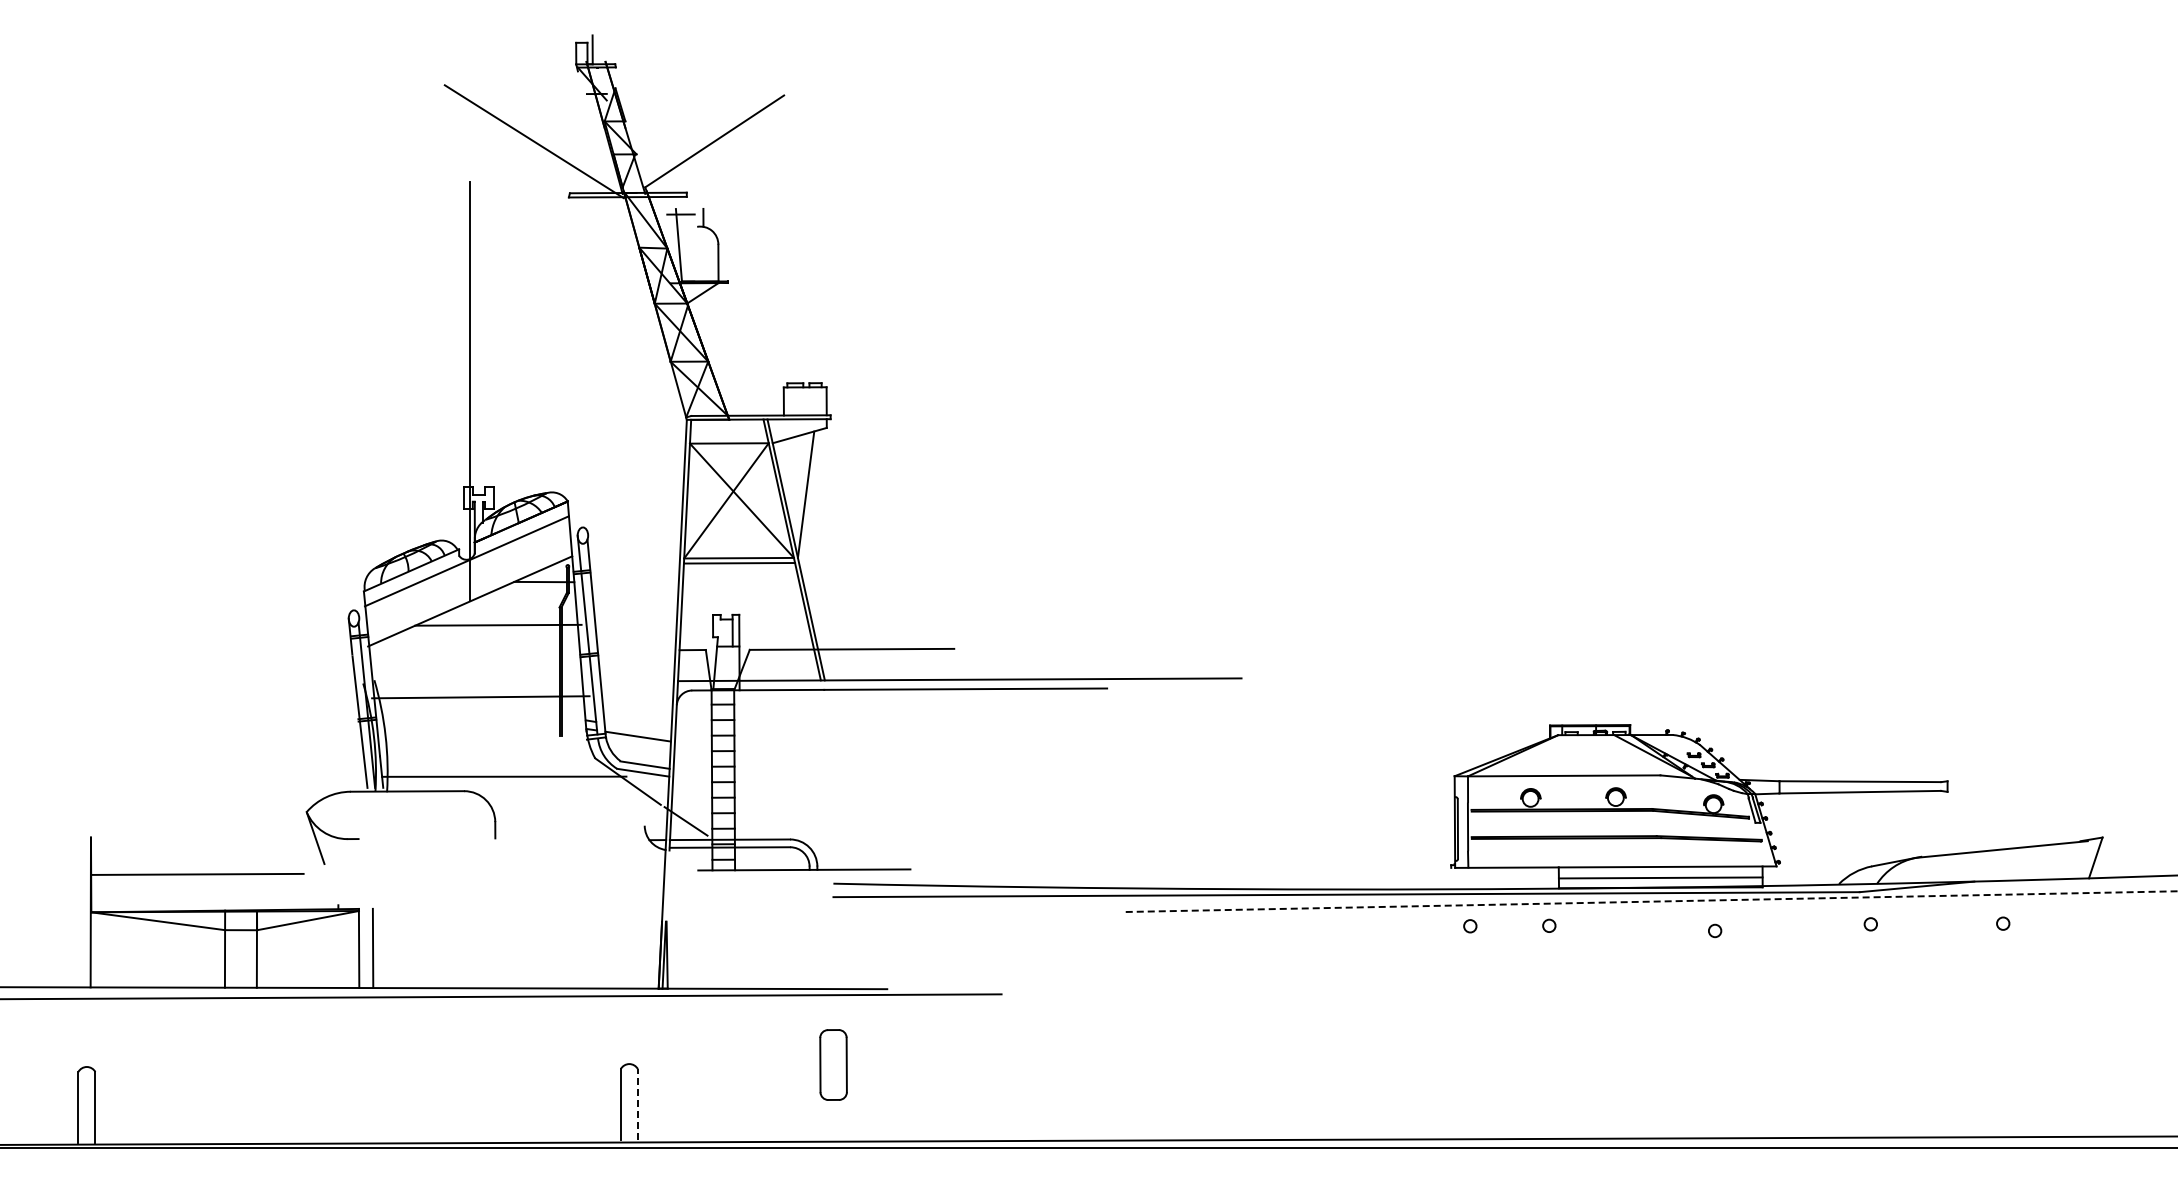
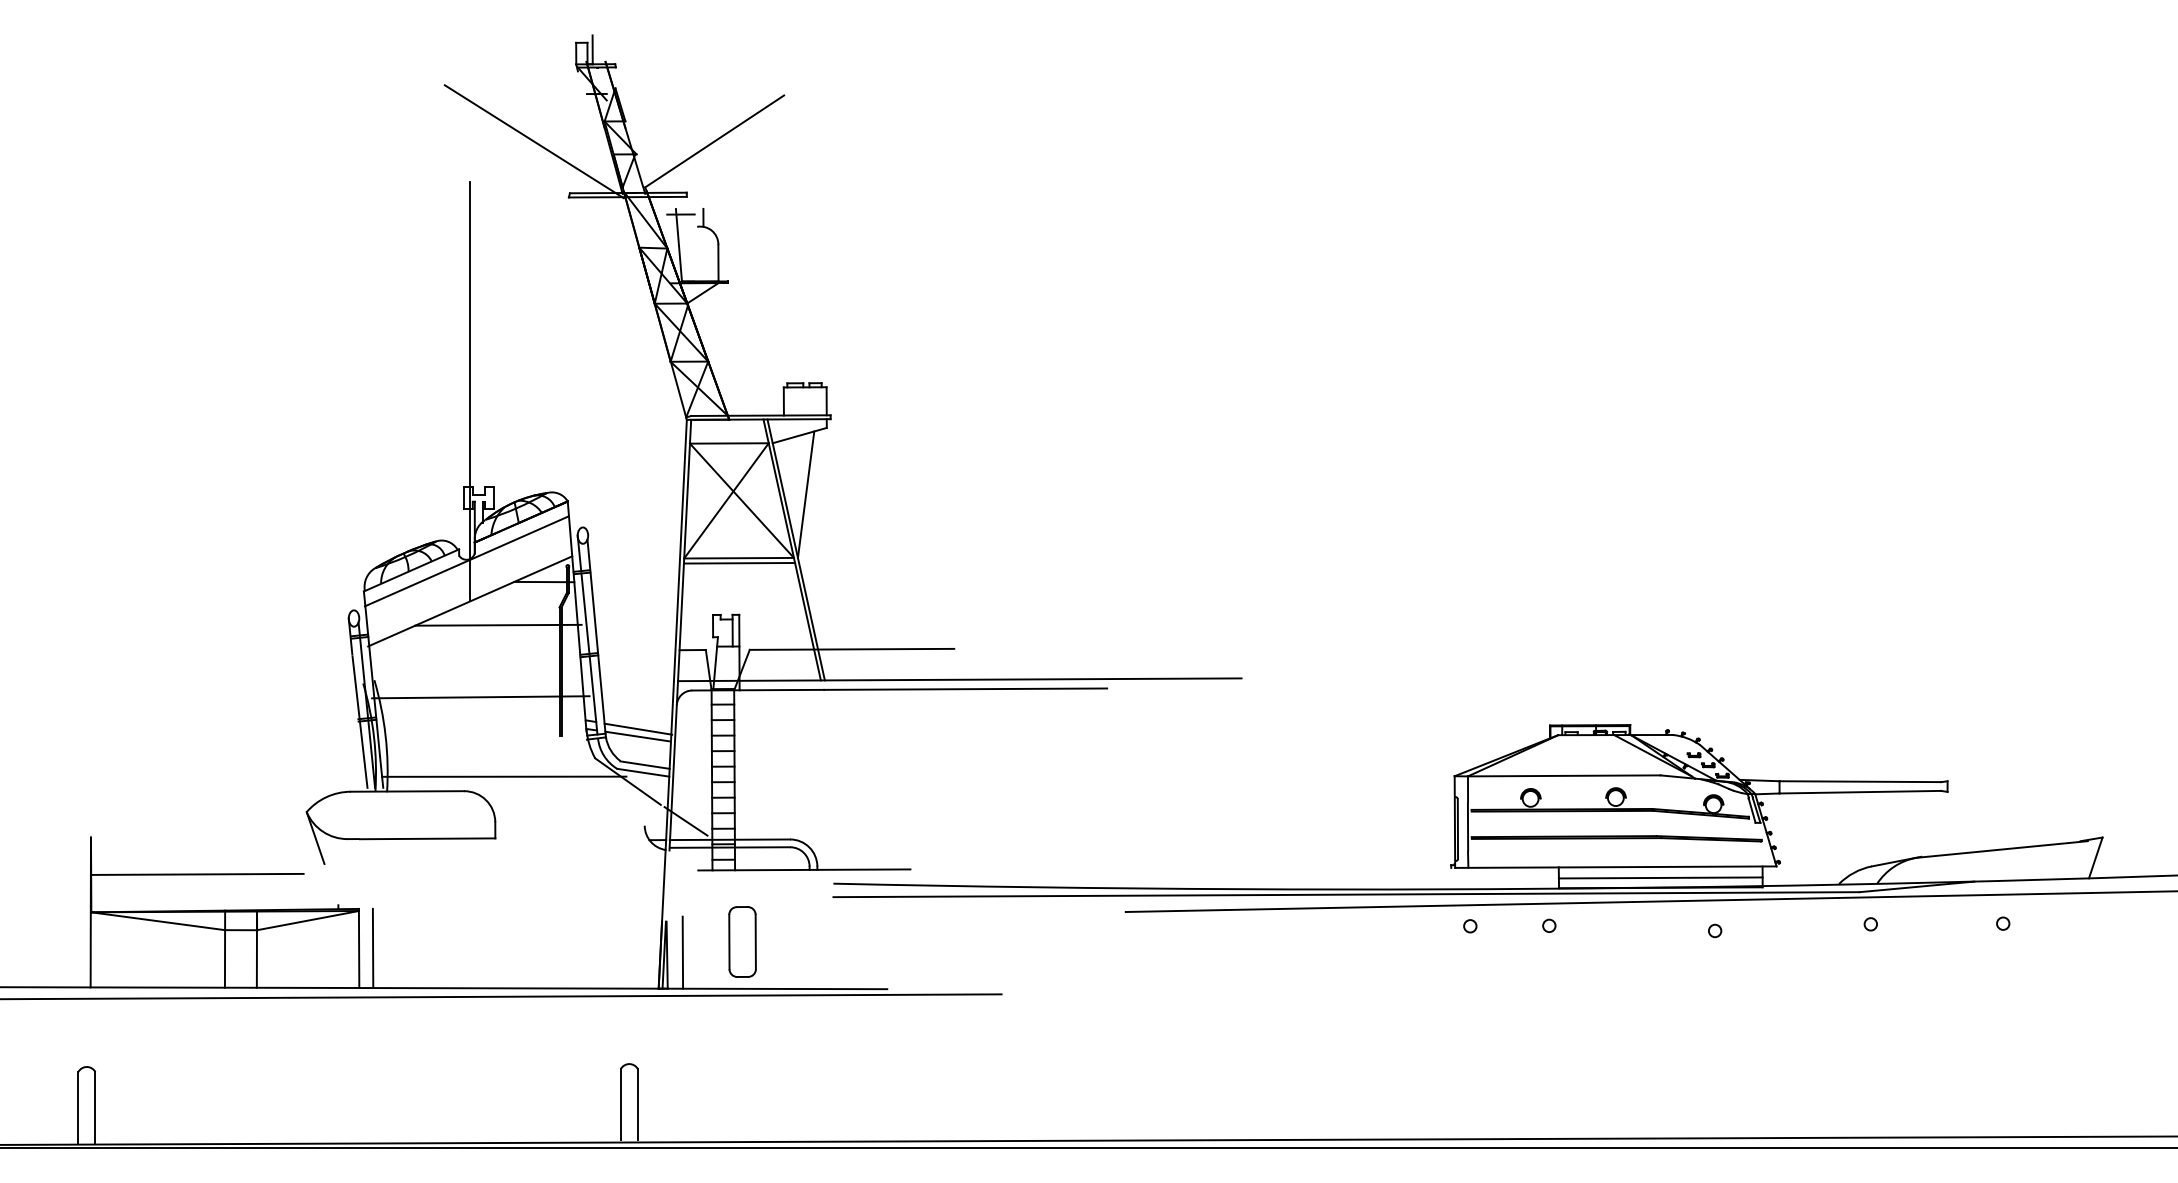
line at (638, 728): none -> present
line at (427, 838): none -> present
line at (1651, 901): dashed -> solid
line at (682, 952): none -> present
part at (833, 1064) position: (833, 1064) -> (742, 941)
line at (637, 1104): dashed -> solid
